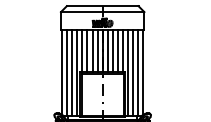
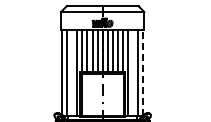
line at (72, 72): present -> none
line at (133, 72): present -> none
line at (143, 72): solid -> dashed
